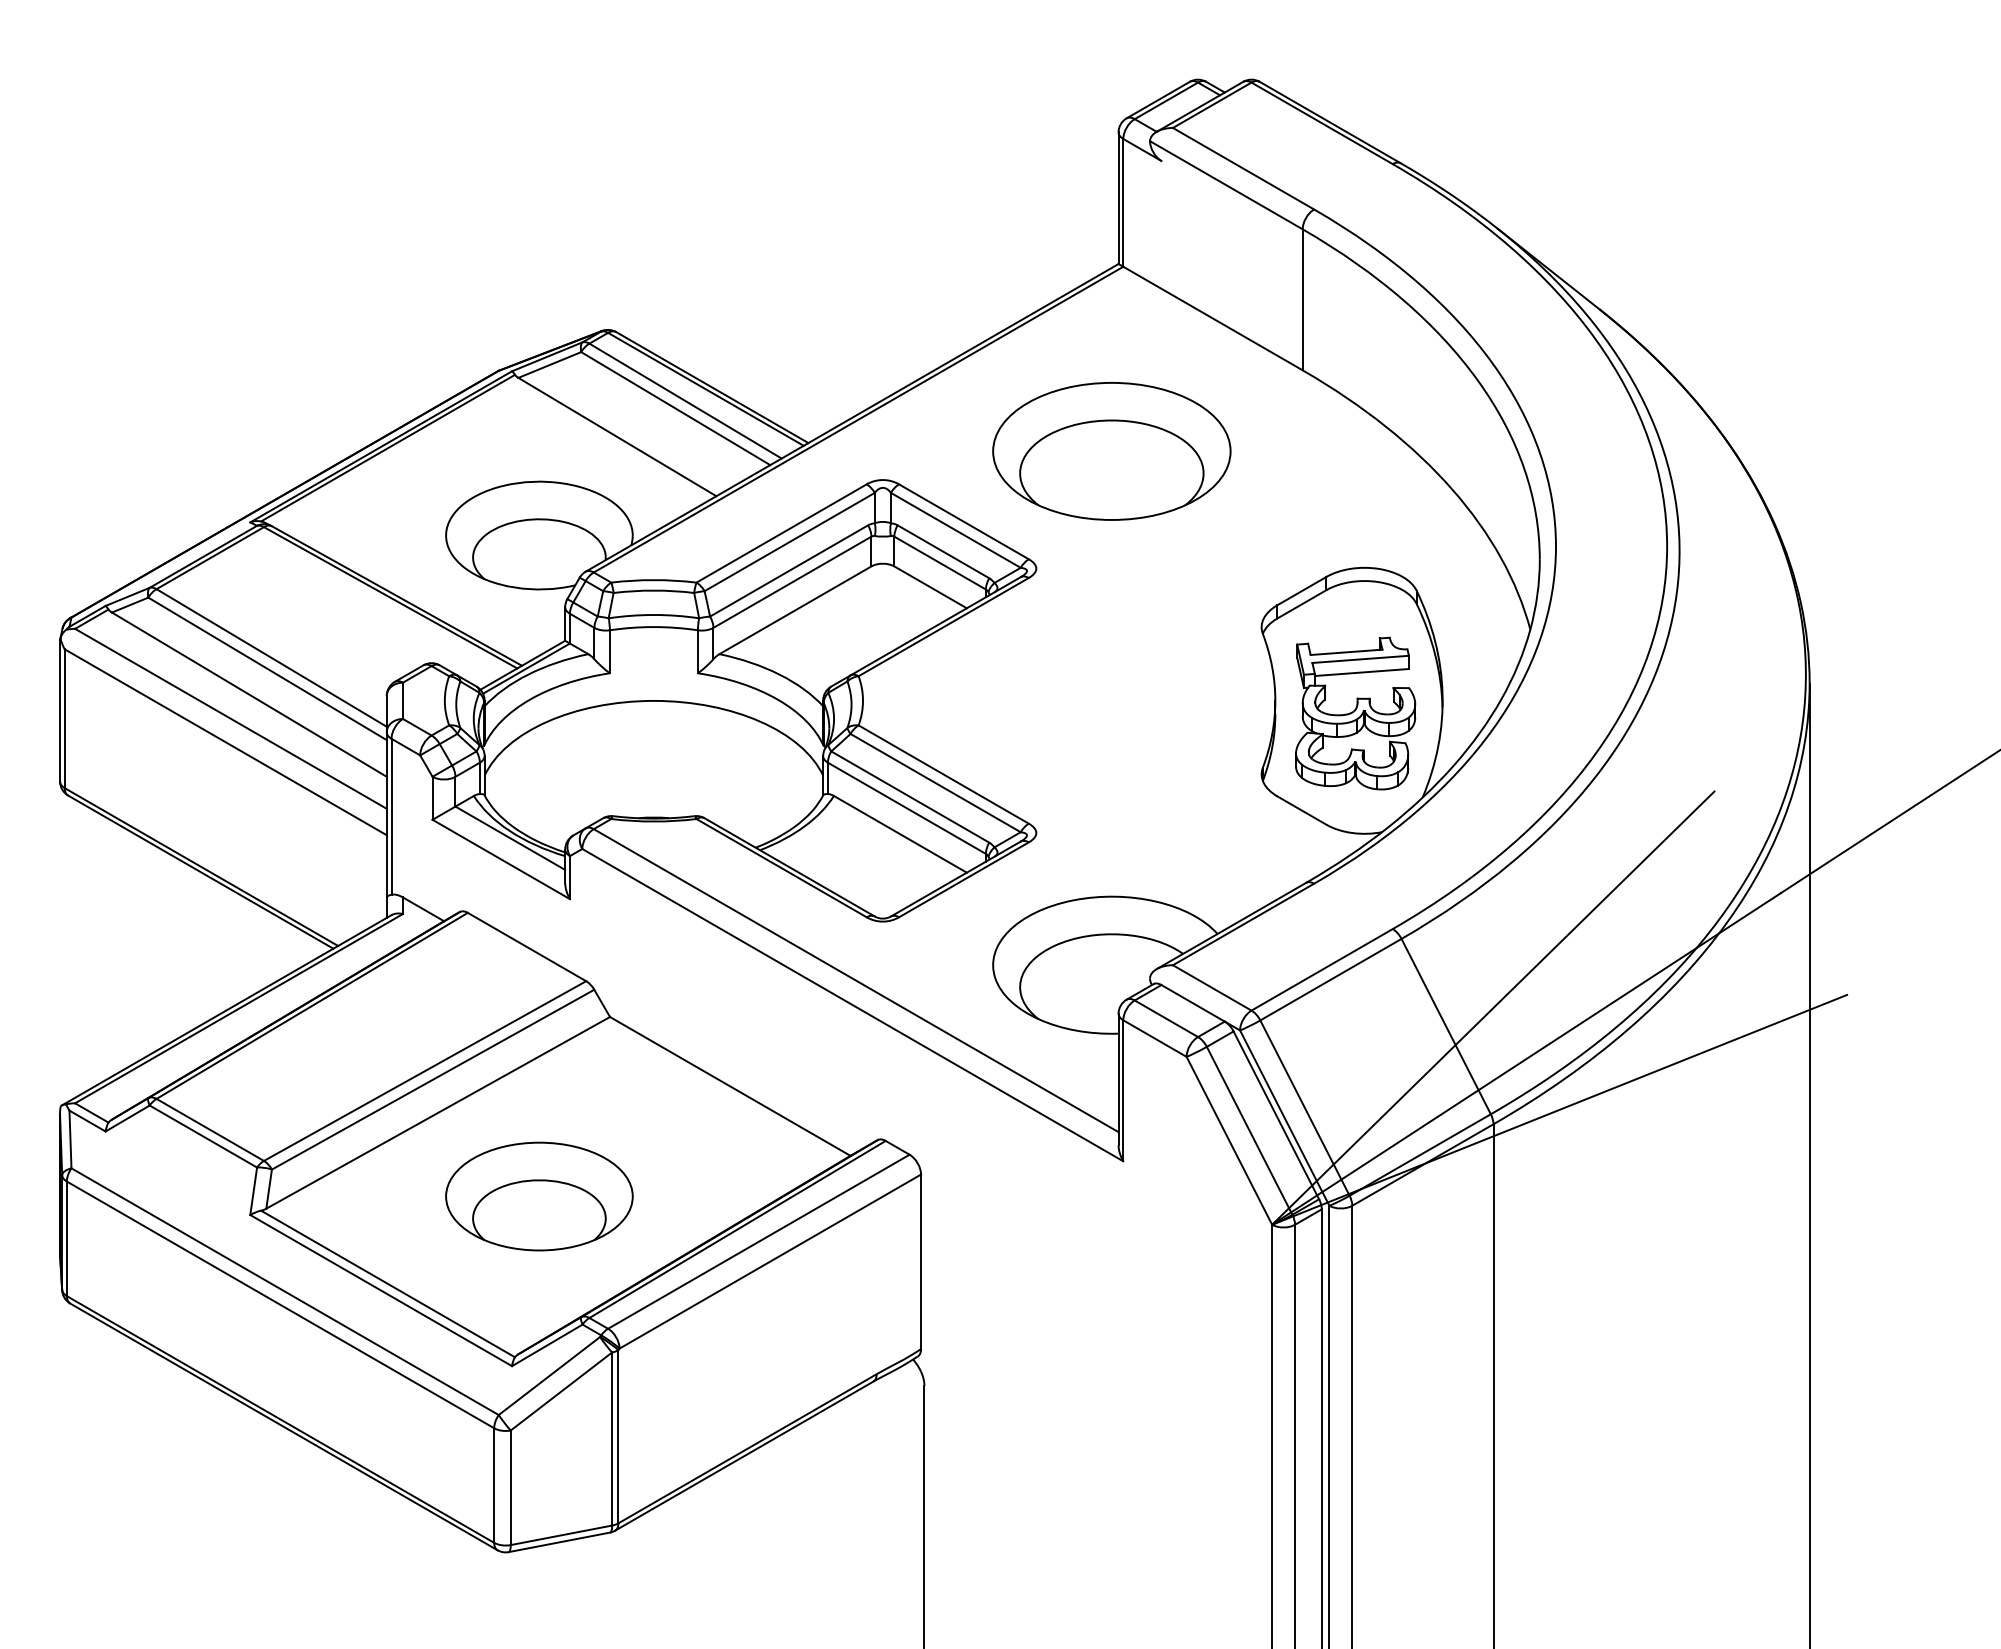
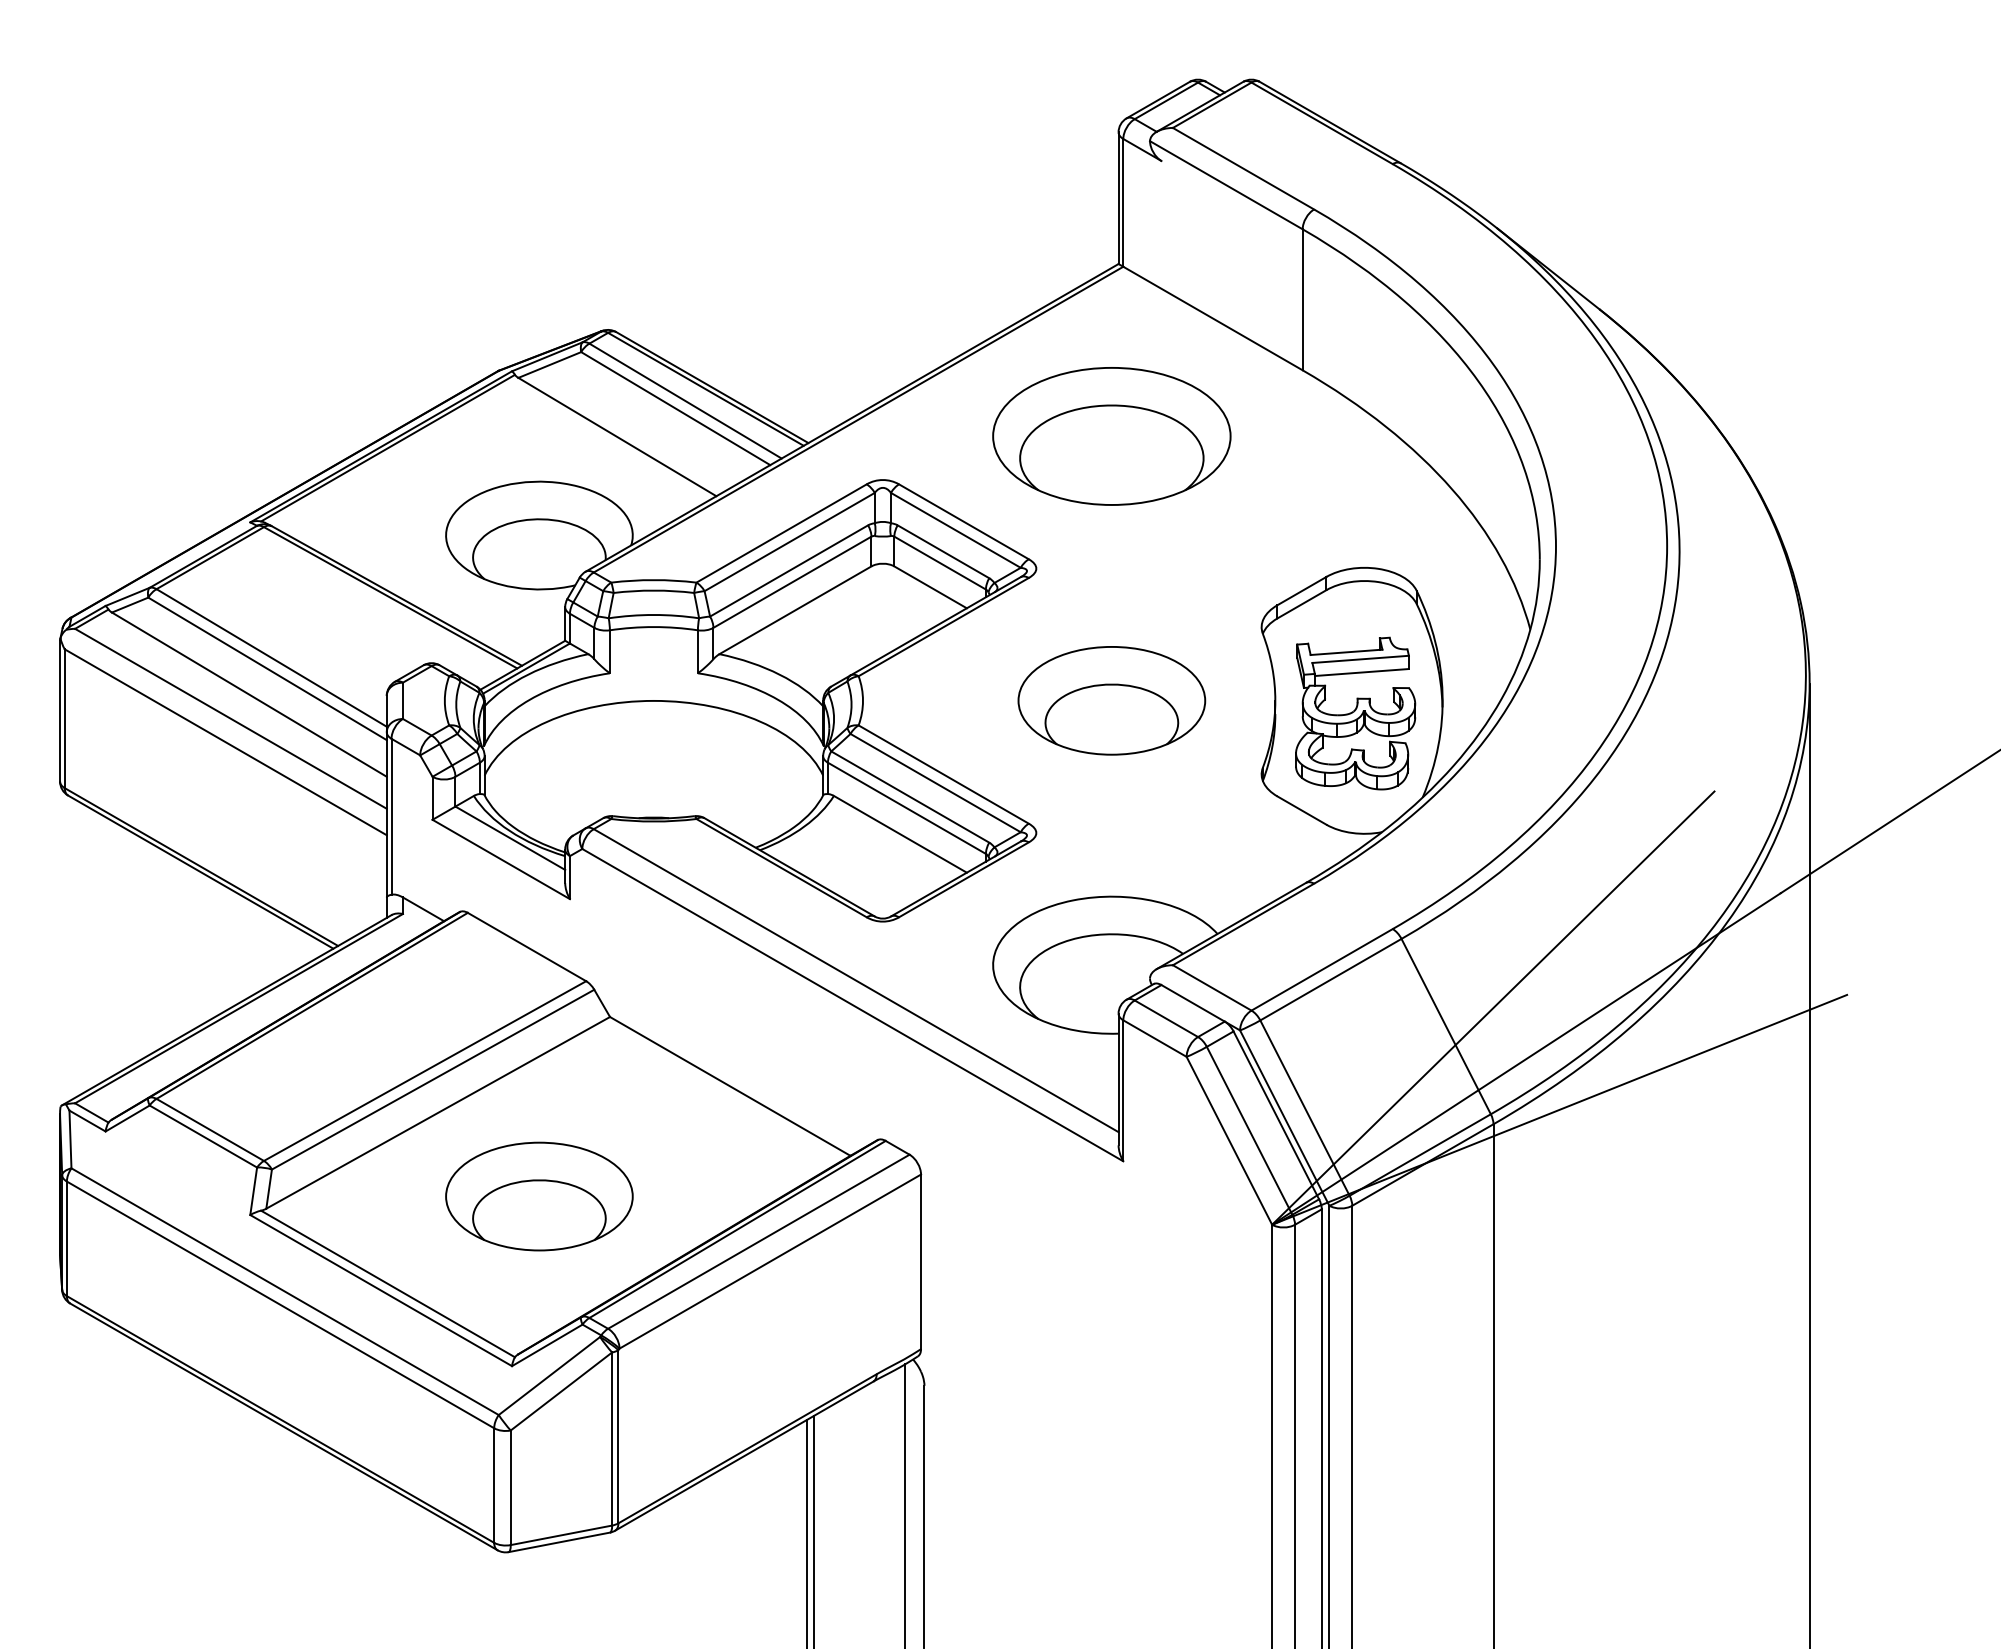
part at (1111, 451) position: (1111, 451) -> (1111, 436)
part at (1111, 700): none -> present
line at (905, 1504): none -> present
line at (814, 1530): none -> present
line at (806, 1532): none -> present
